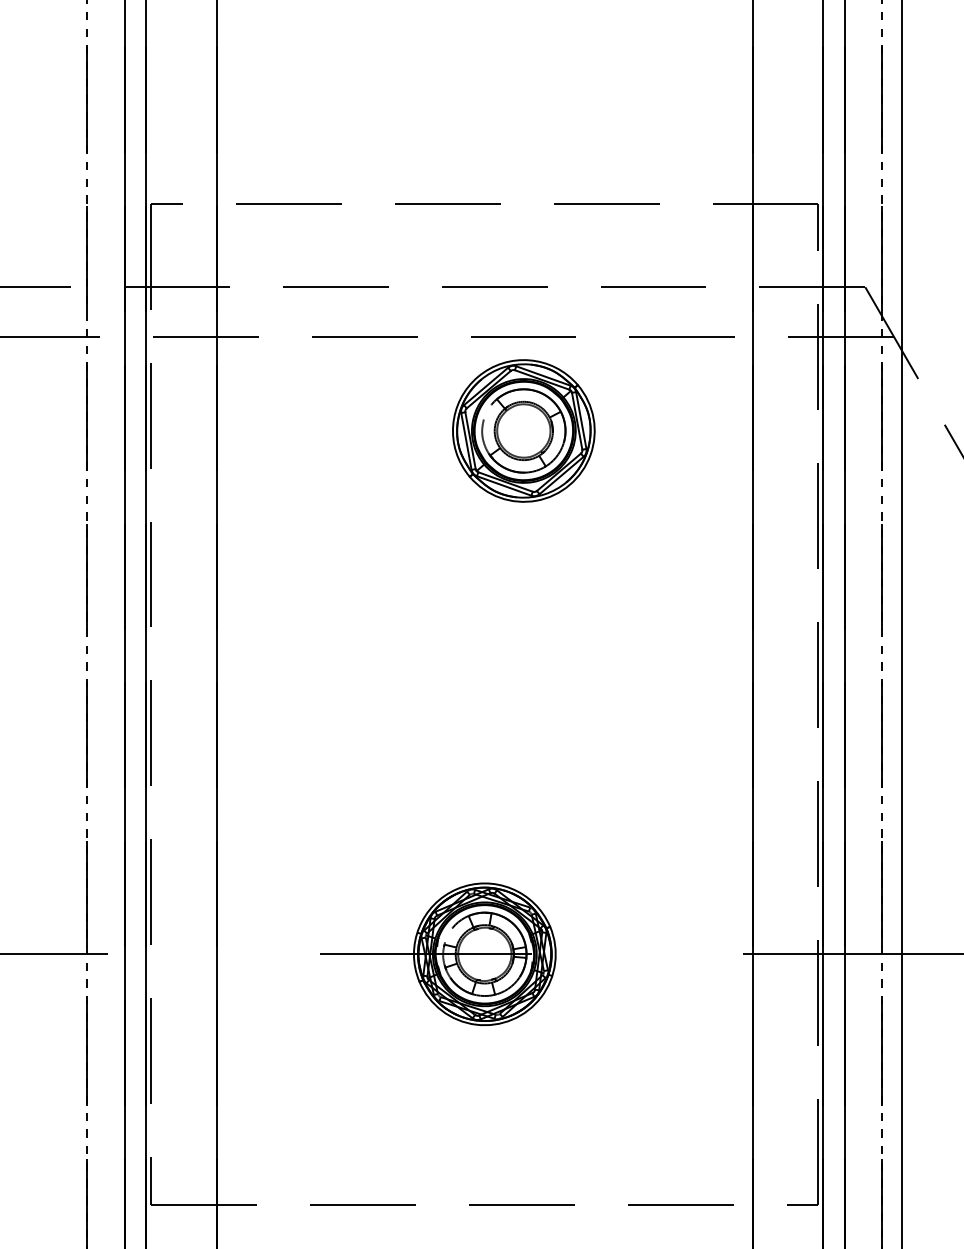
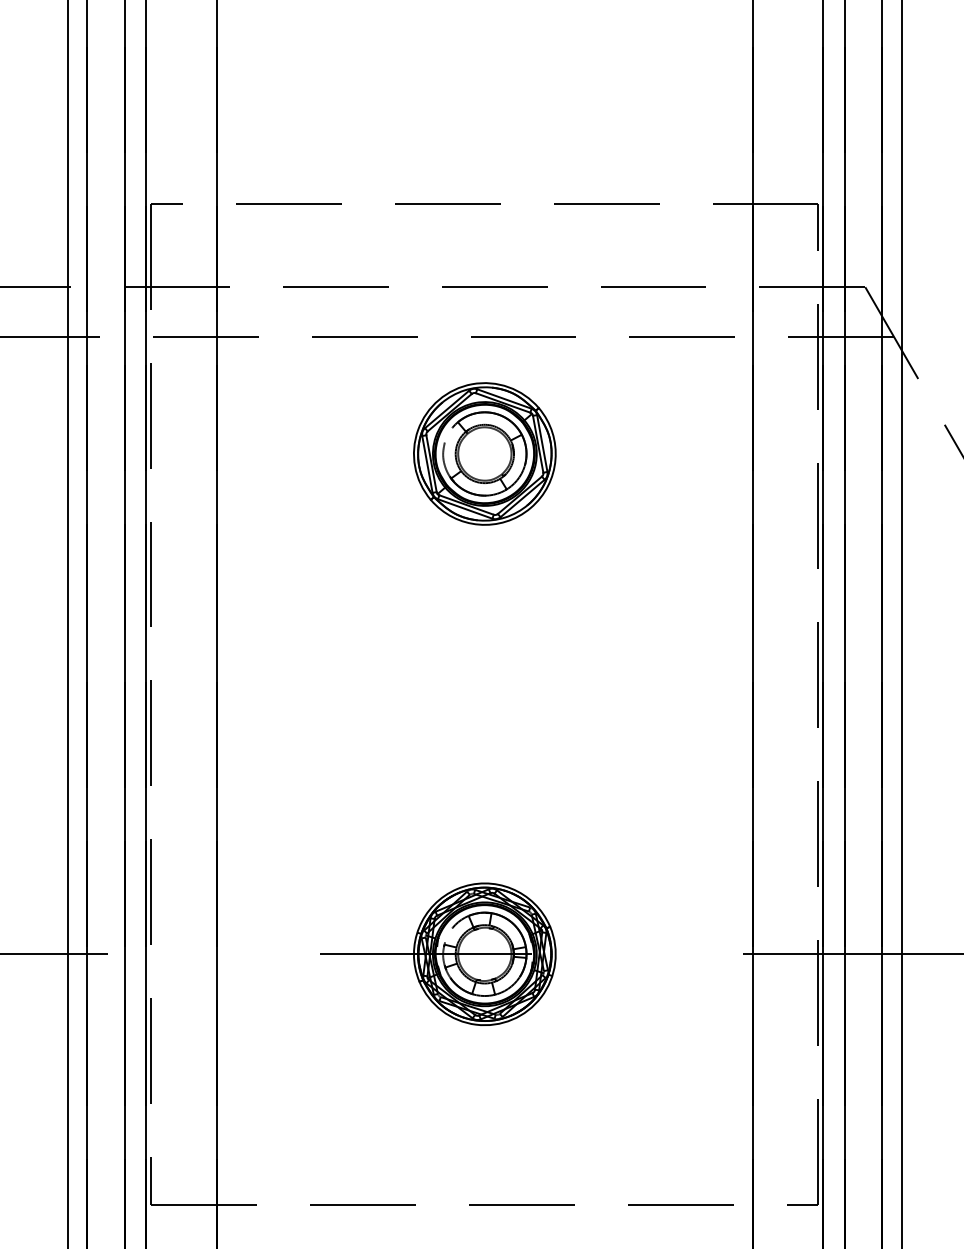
part at (523, 430) position: (523, 430) -> (484, 453)
line at (67, 623): none -> present
line at (87, 624): dashed -> solid
line at (882, 624): dashed -> solid
